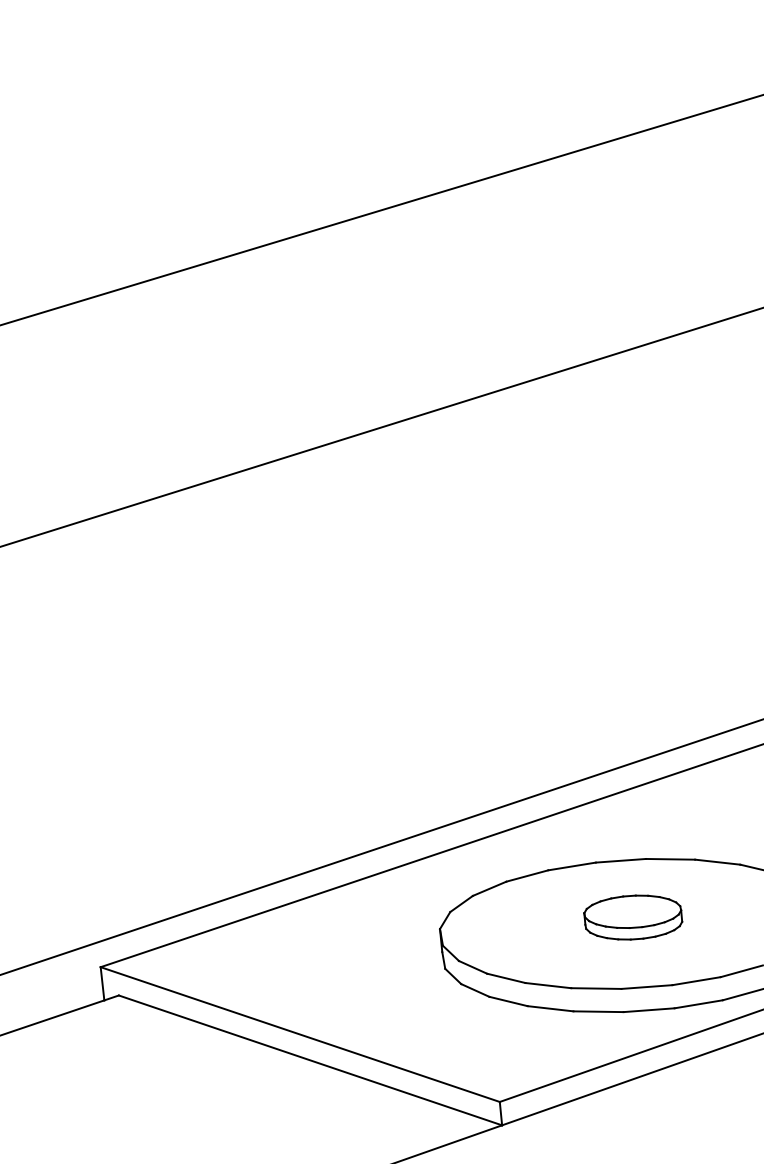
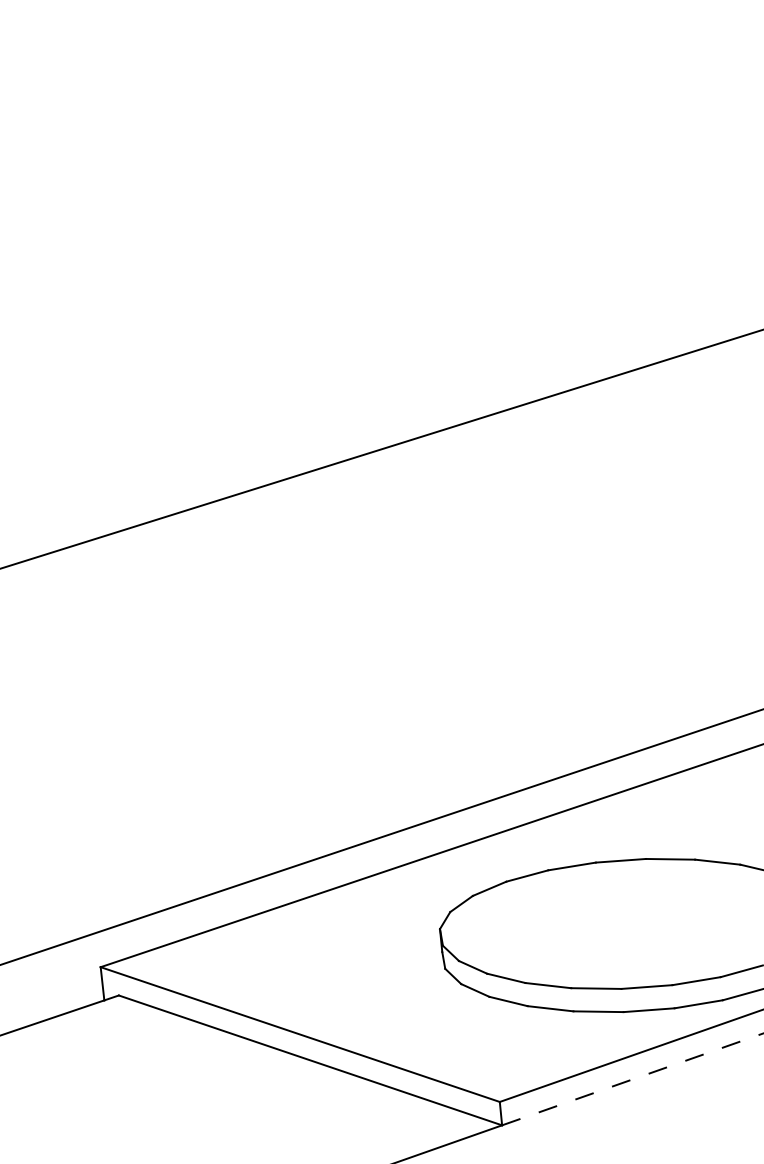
line at (381, 209): present -> none
line at (381, 427) position: (381, 427) -> (381, 449)
line at (381, 847) position: (381, 847) -> (381, 837)
part at (633, 917): present -> none
line at (633, 1079): solid -> dashed
